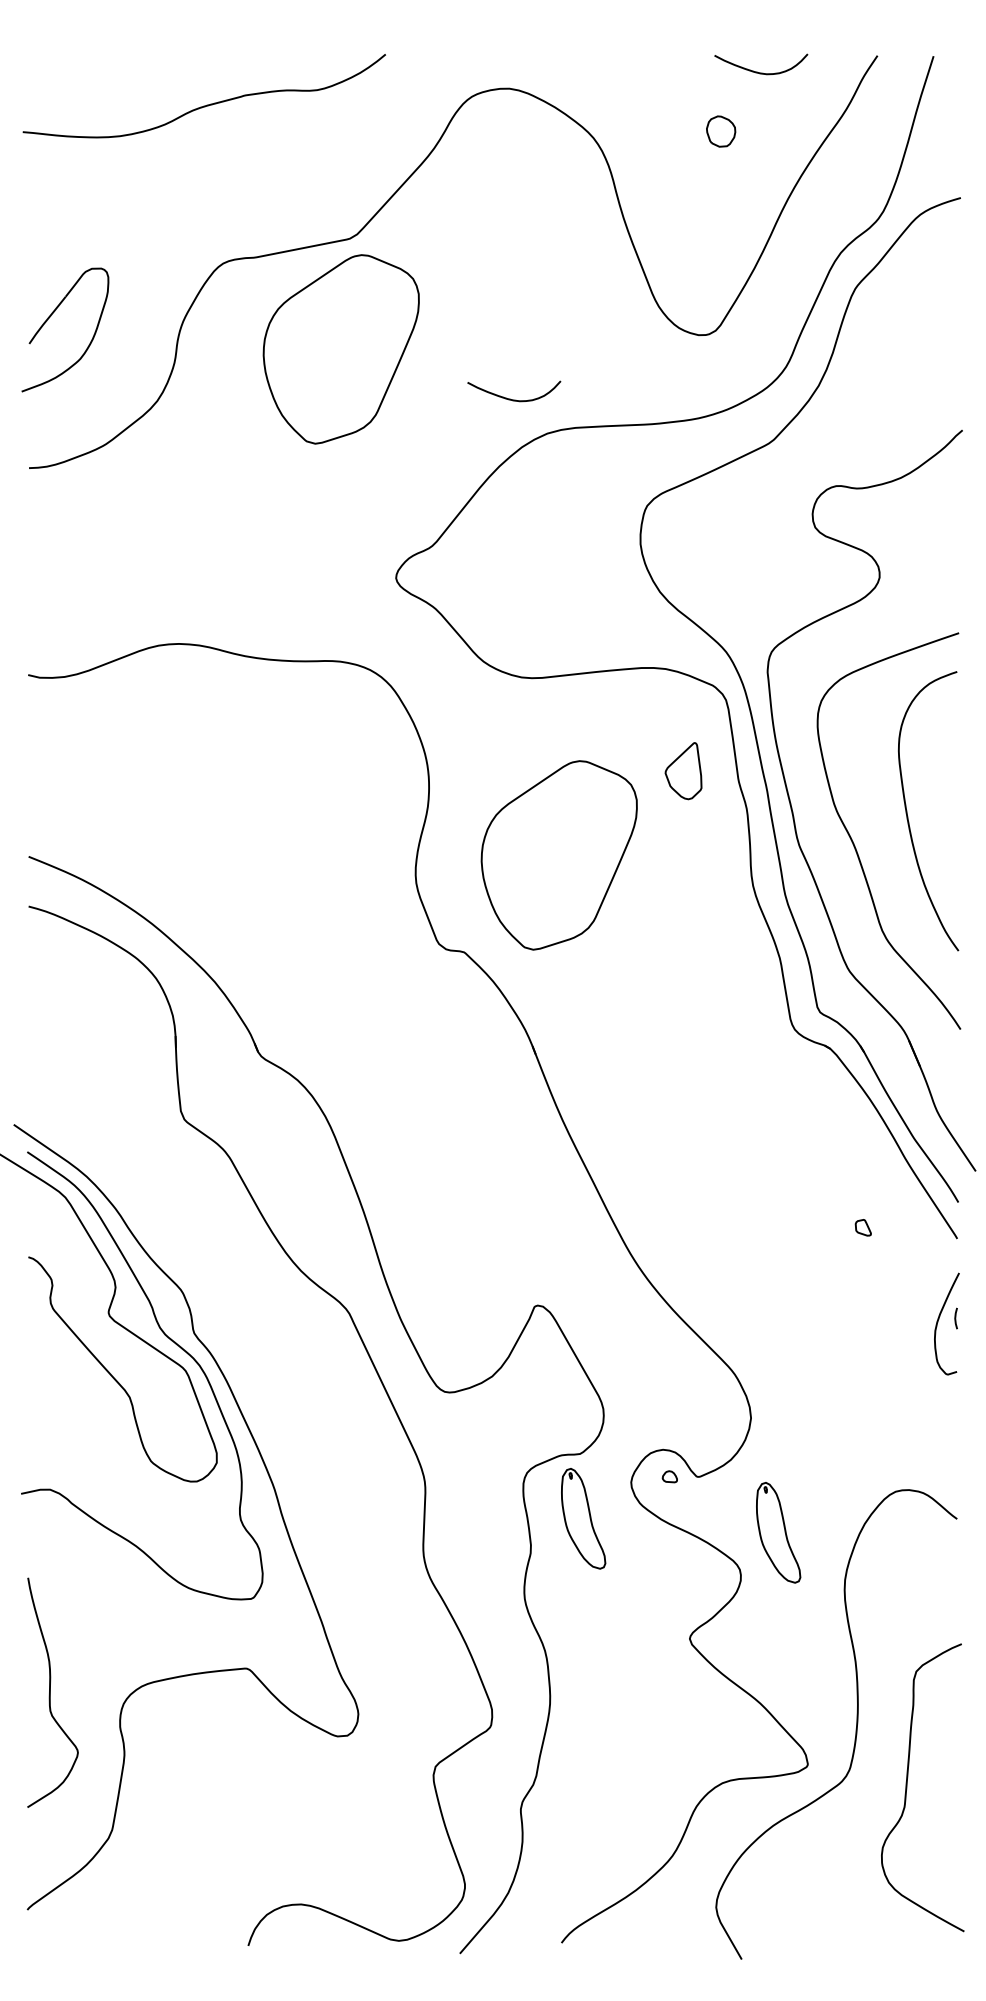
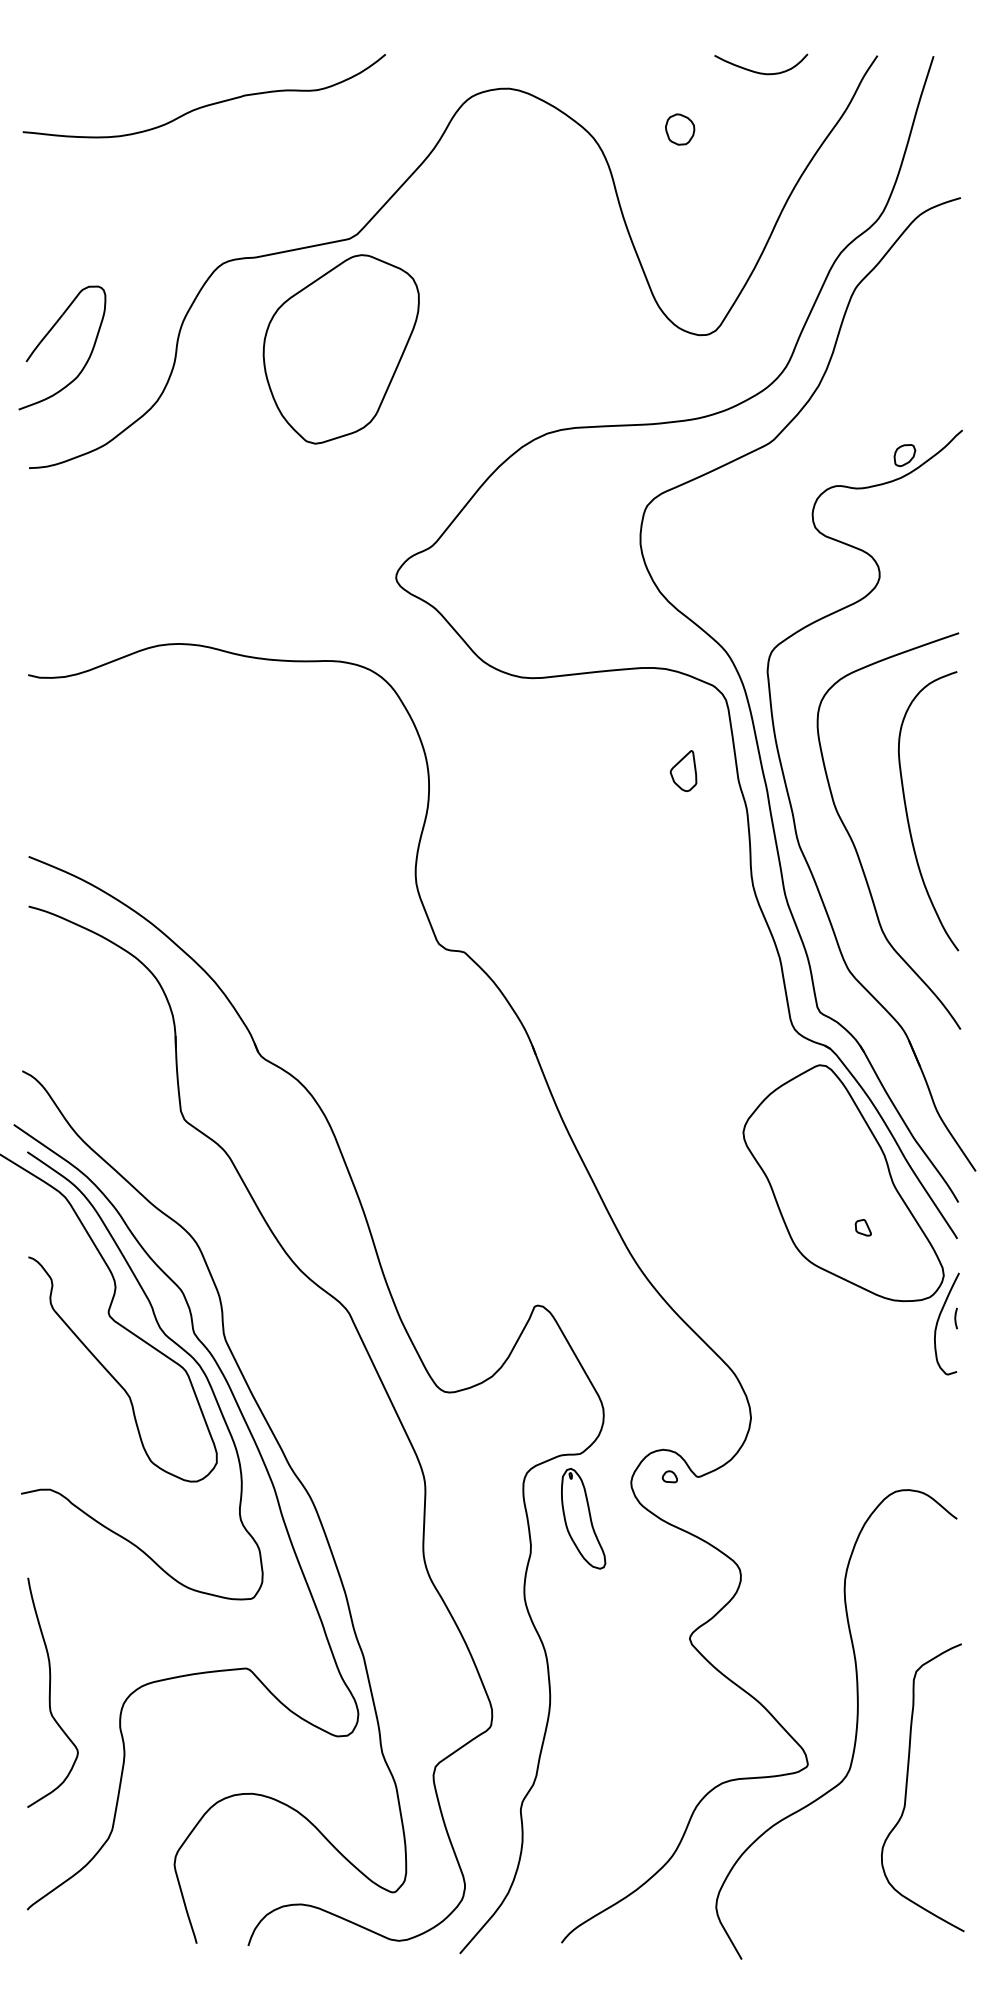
part at (721, 131) position: (721, 131) -> (680, 129)
part at (51, 316) position: (51, 316) -> (48, 334)
curve at (514, 399): present -> none
part at (904, 455): none -> present
part at (683, 771) size: 39x59 px -> 29x42 px
part at (558, 855): present -> none
part at (843, 1183): none -> present
curve at (286, 1462): none -> present
part at (778, 1532): present -> none
